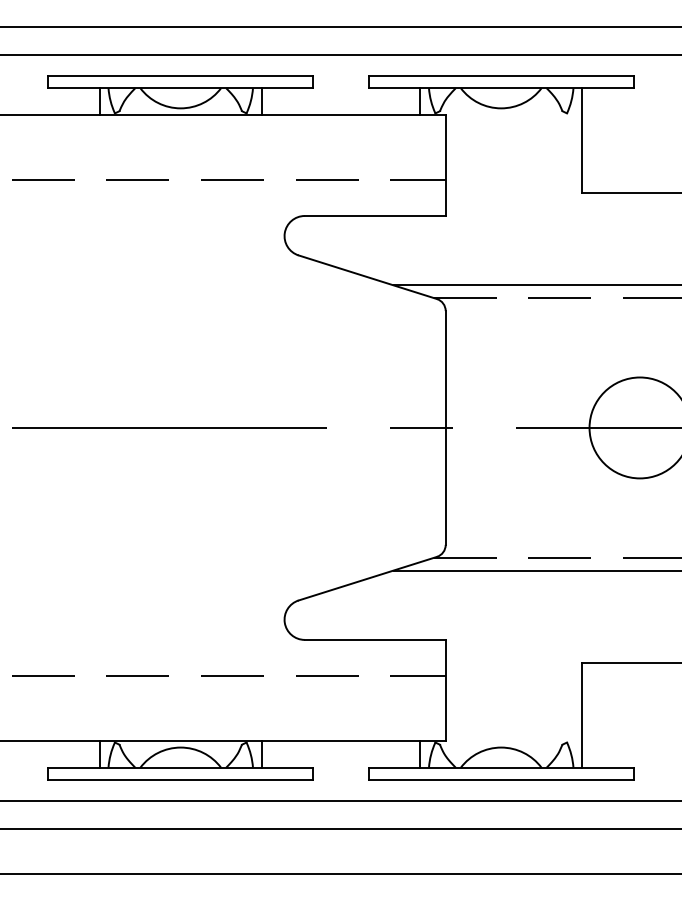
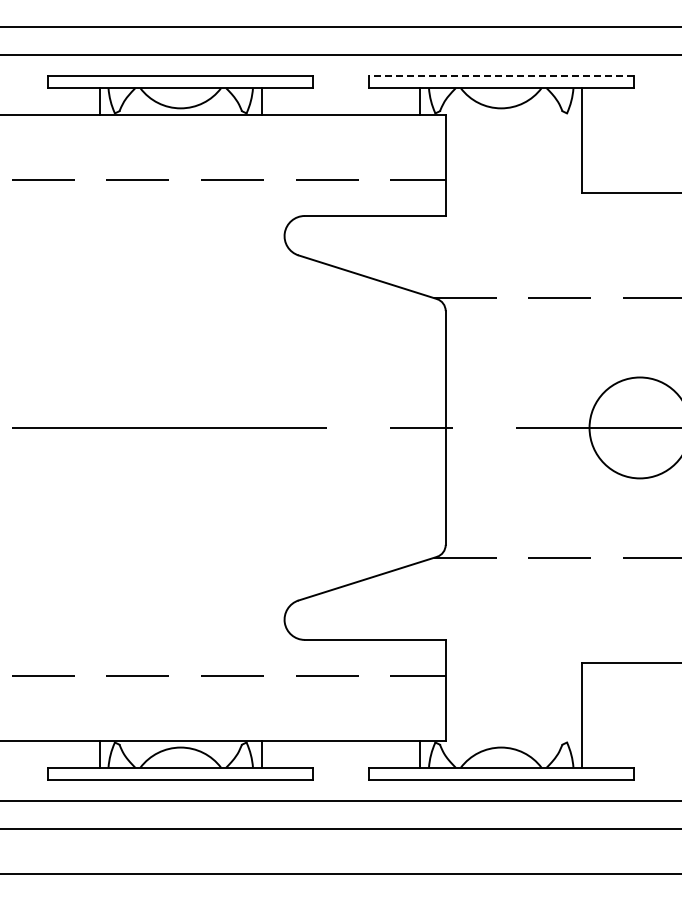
line at (500, 75): solid -> dashed
line at (535, 285): present -> none
line at (535, 570): present -> none
